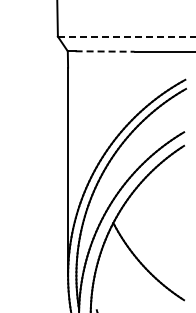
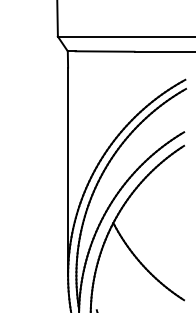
line at (126, 36): dashed -> solid
line at (105, 51): dashed -> solid
